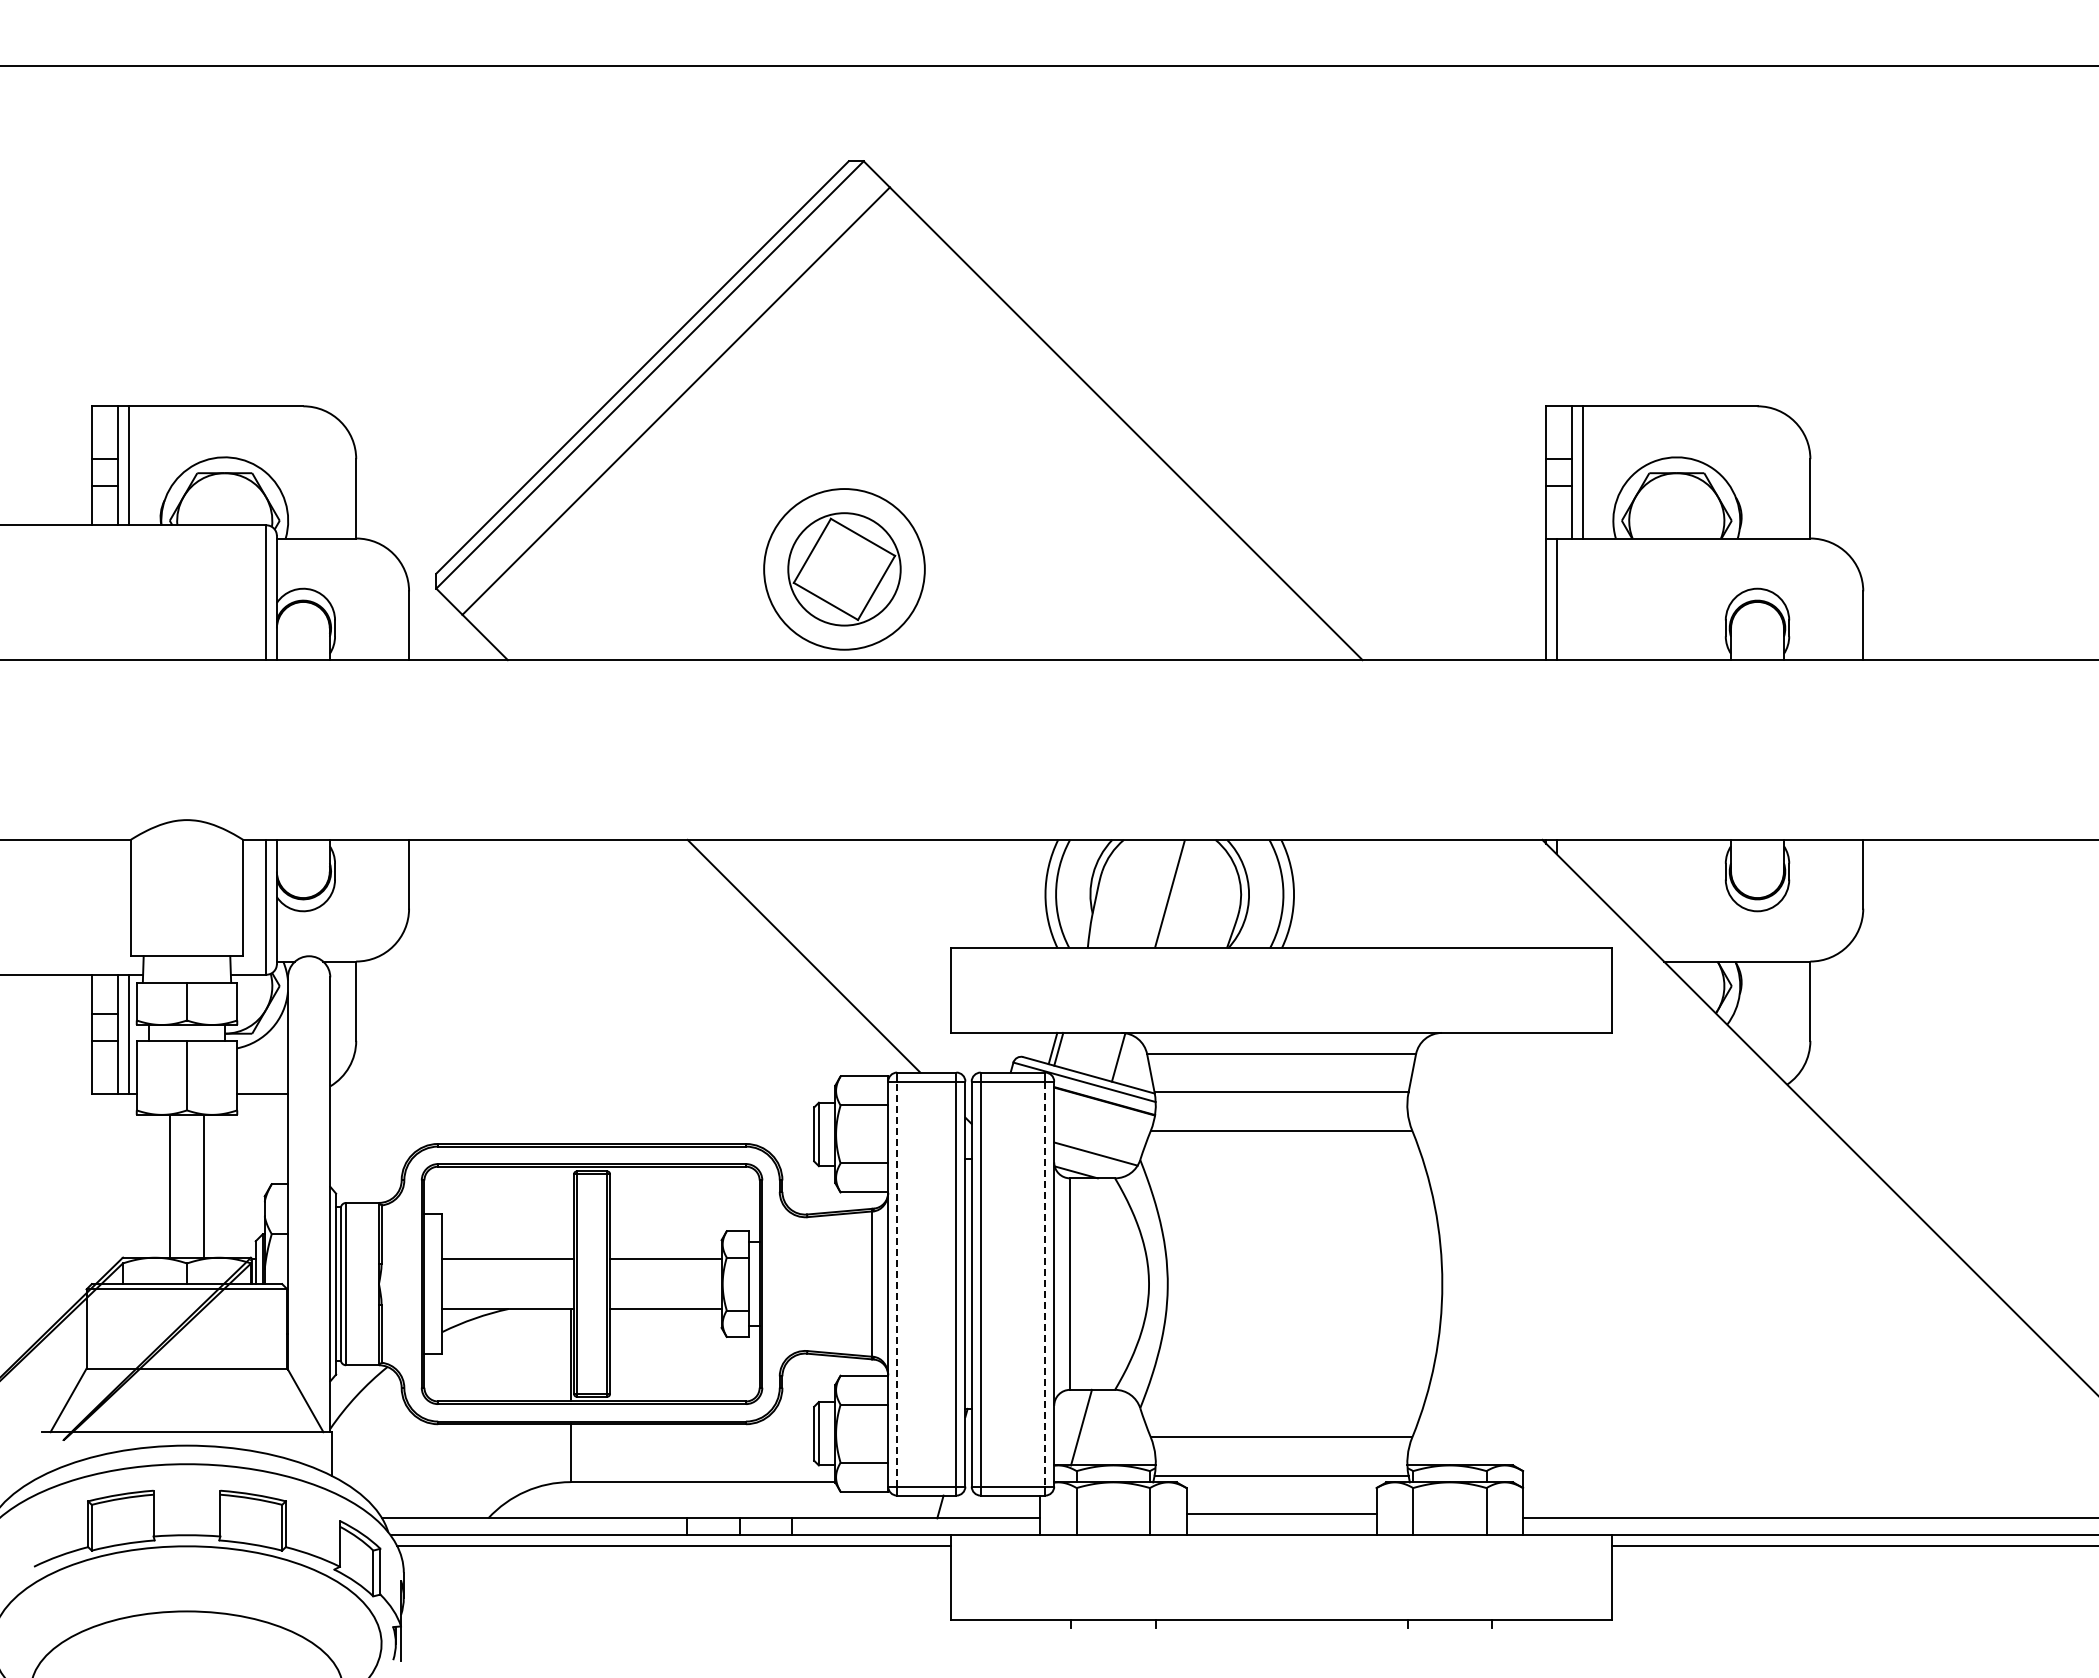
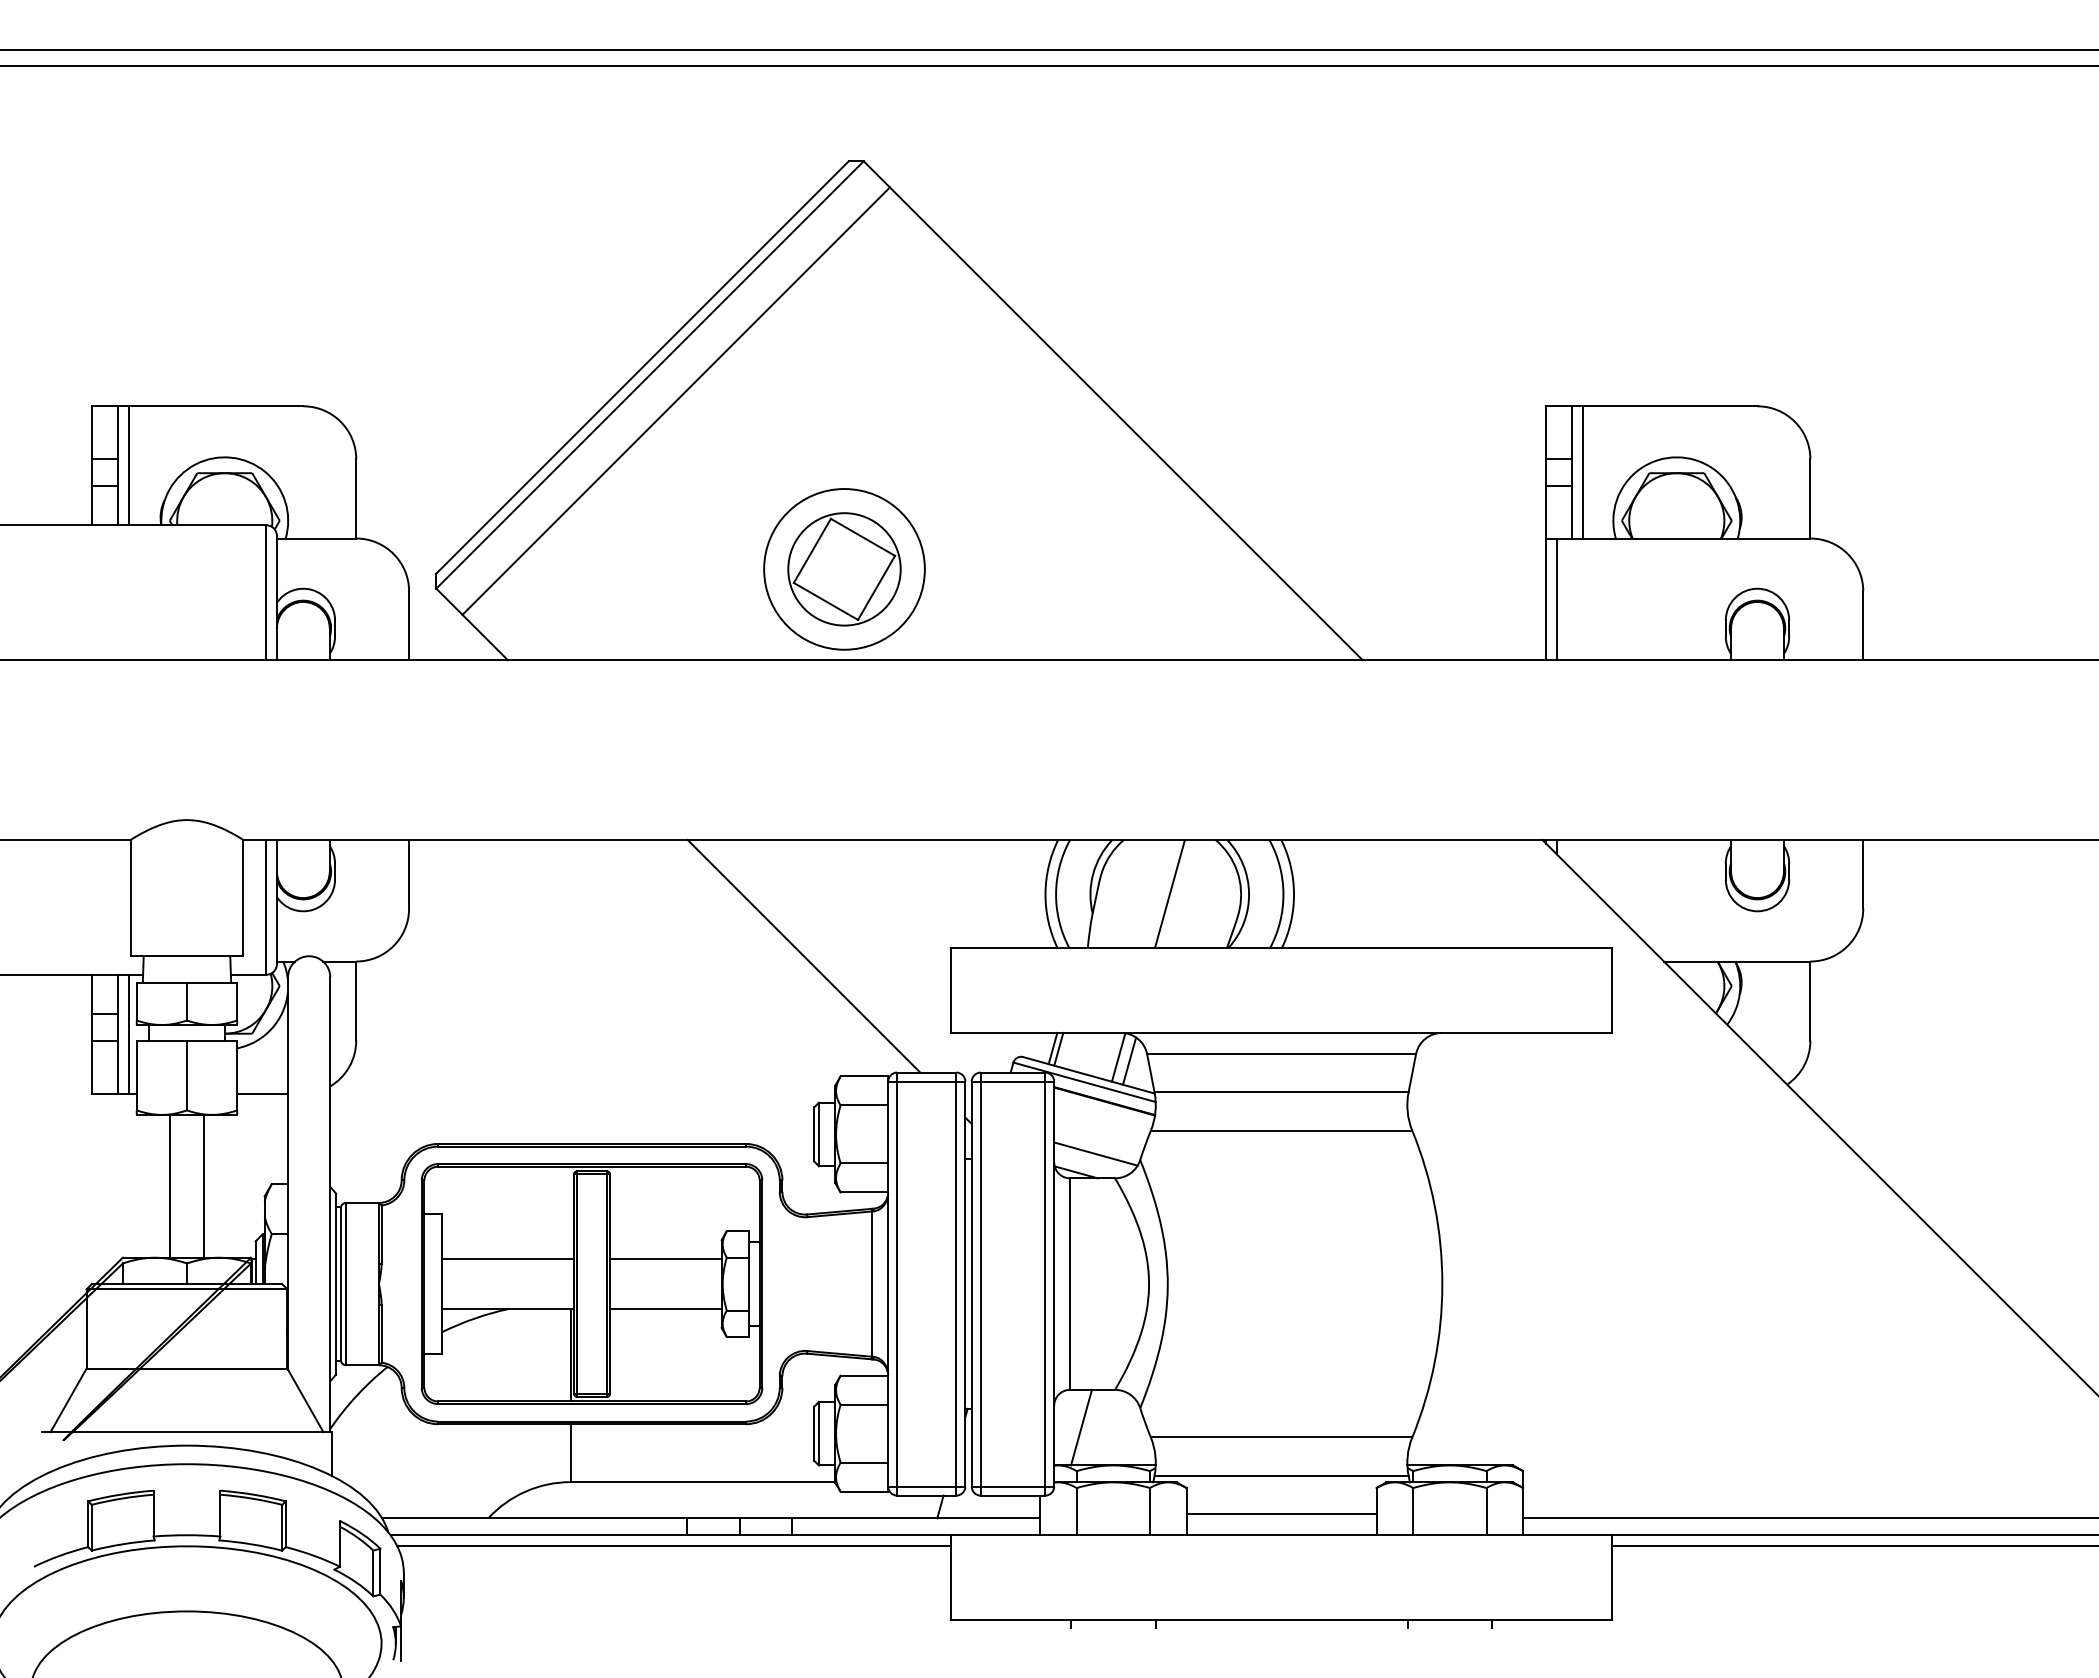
line at (1048, 50): none -> present
line at (1129, 1060): none -> present
line at (897, 1284): dashed -> solid
line at (1045, 1284): dashed -> solid
